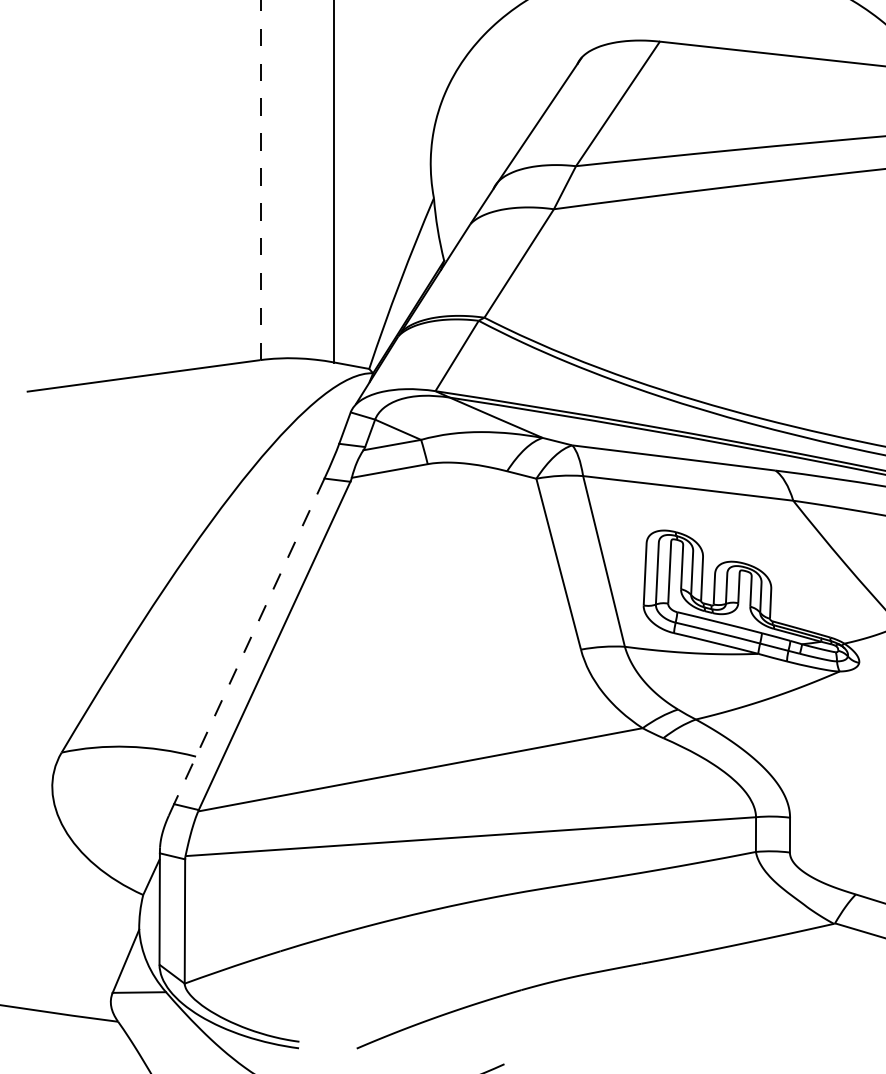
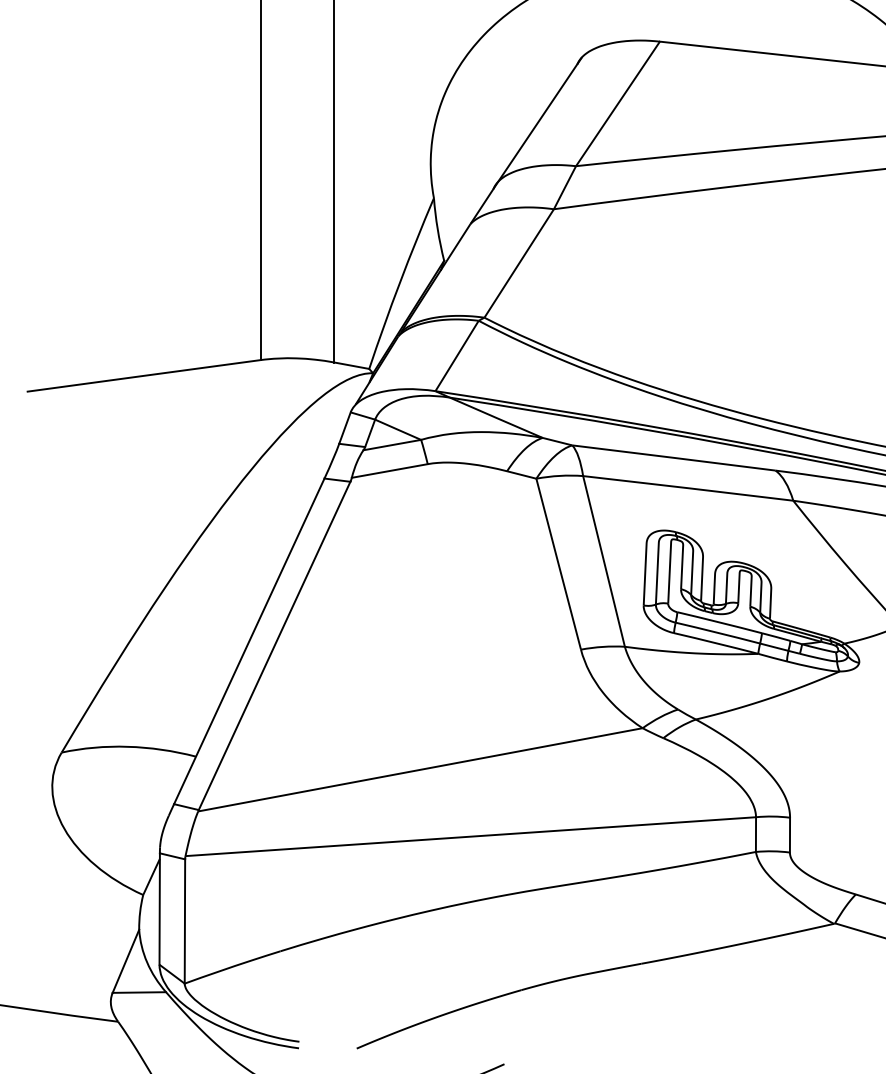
line at (260, 180): dashed -> solid
line at (249, 641): dashed -> solid
